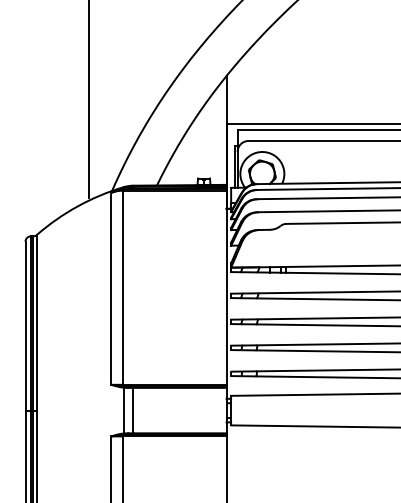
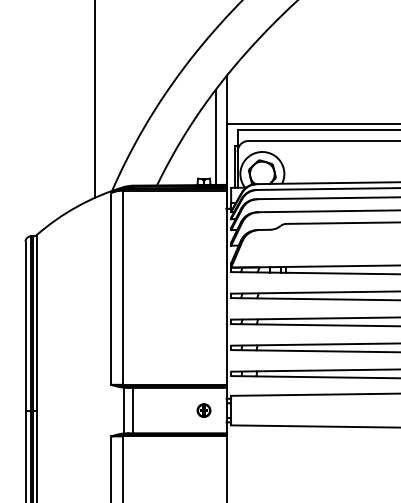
line at (88, 100) position: (88, 100) -> (94, 100)
line at (215, 137): none -> present
part at (203, 410): none -> present
